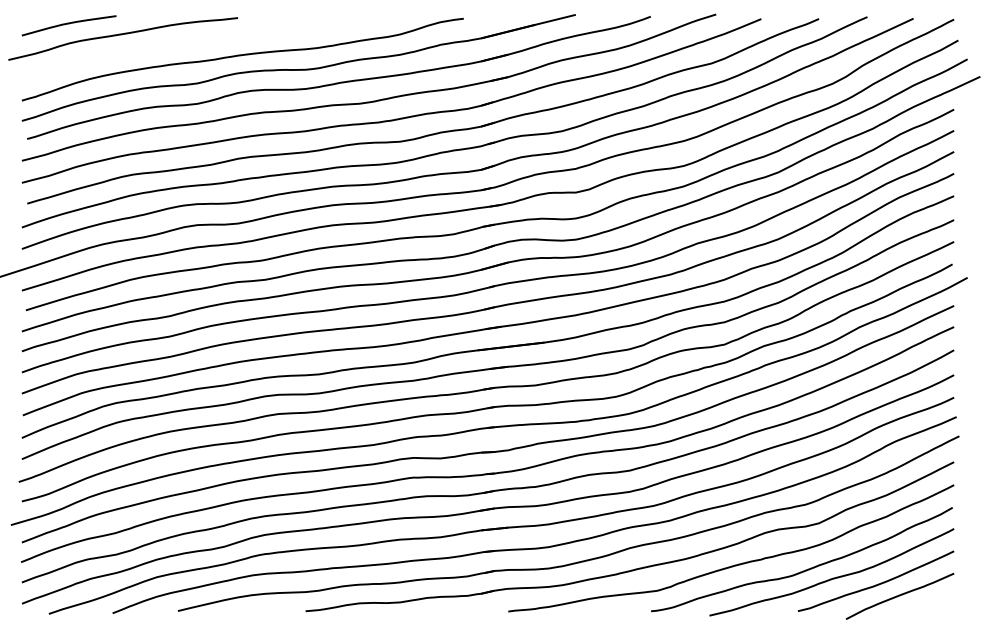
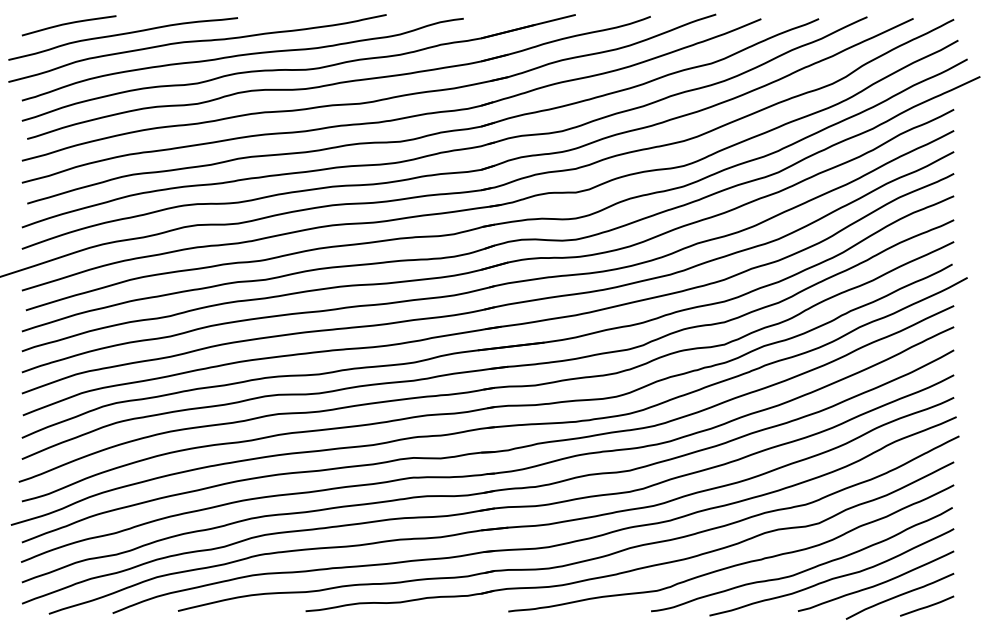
curve at (197, 42): none -> present
line at (927, 605): none -> present
